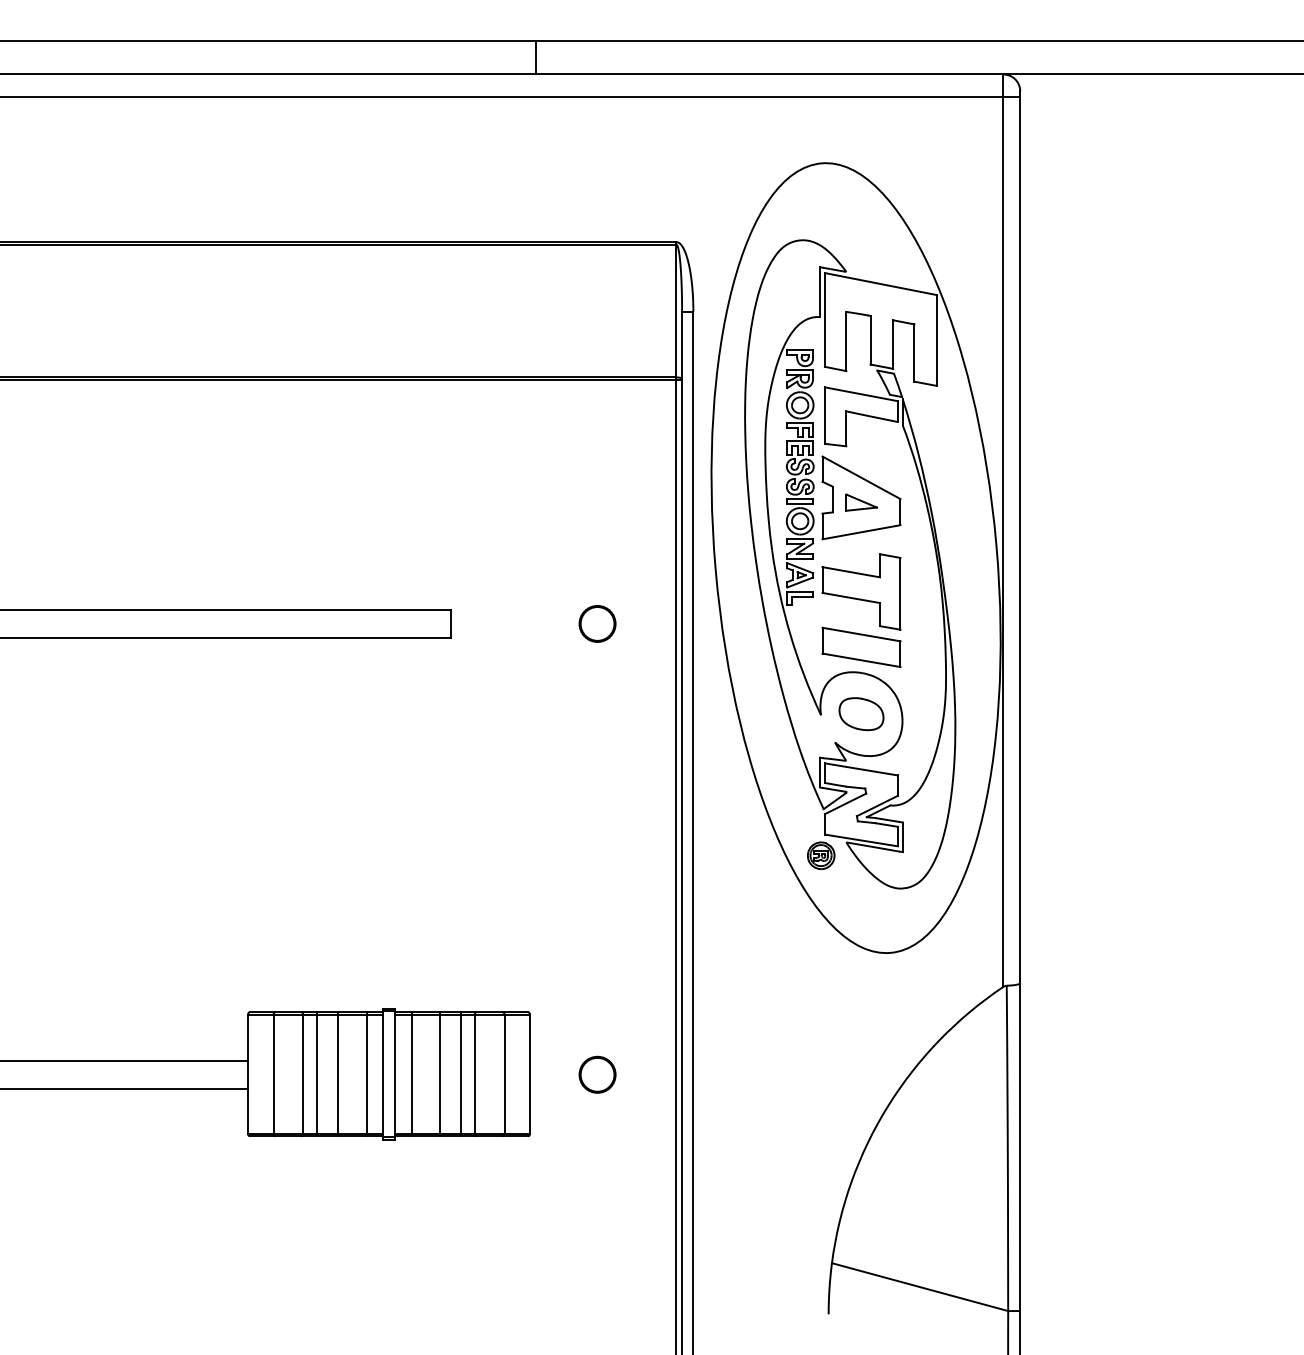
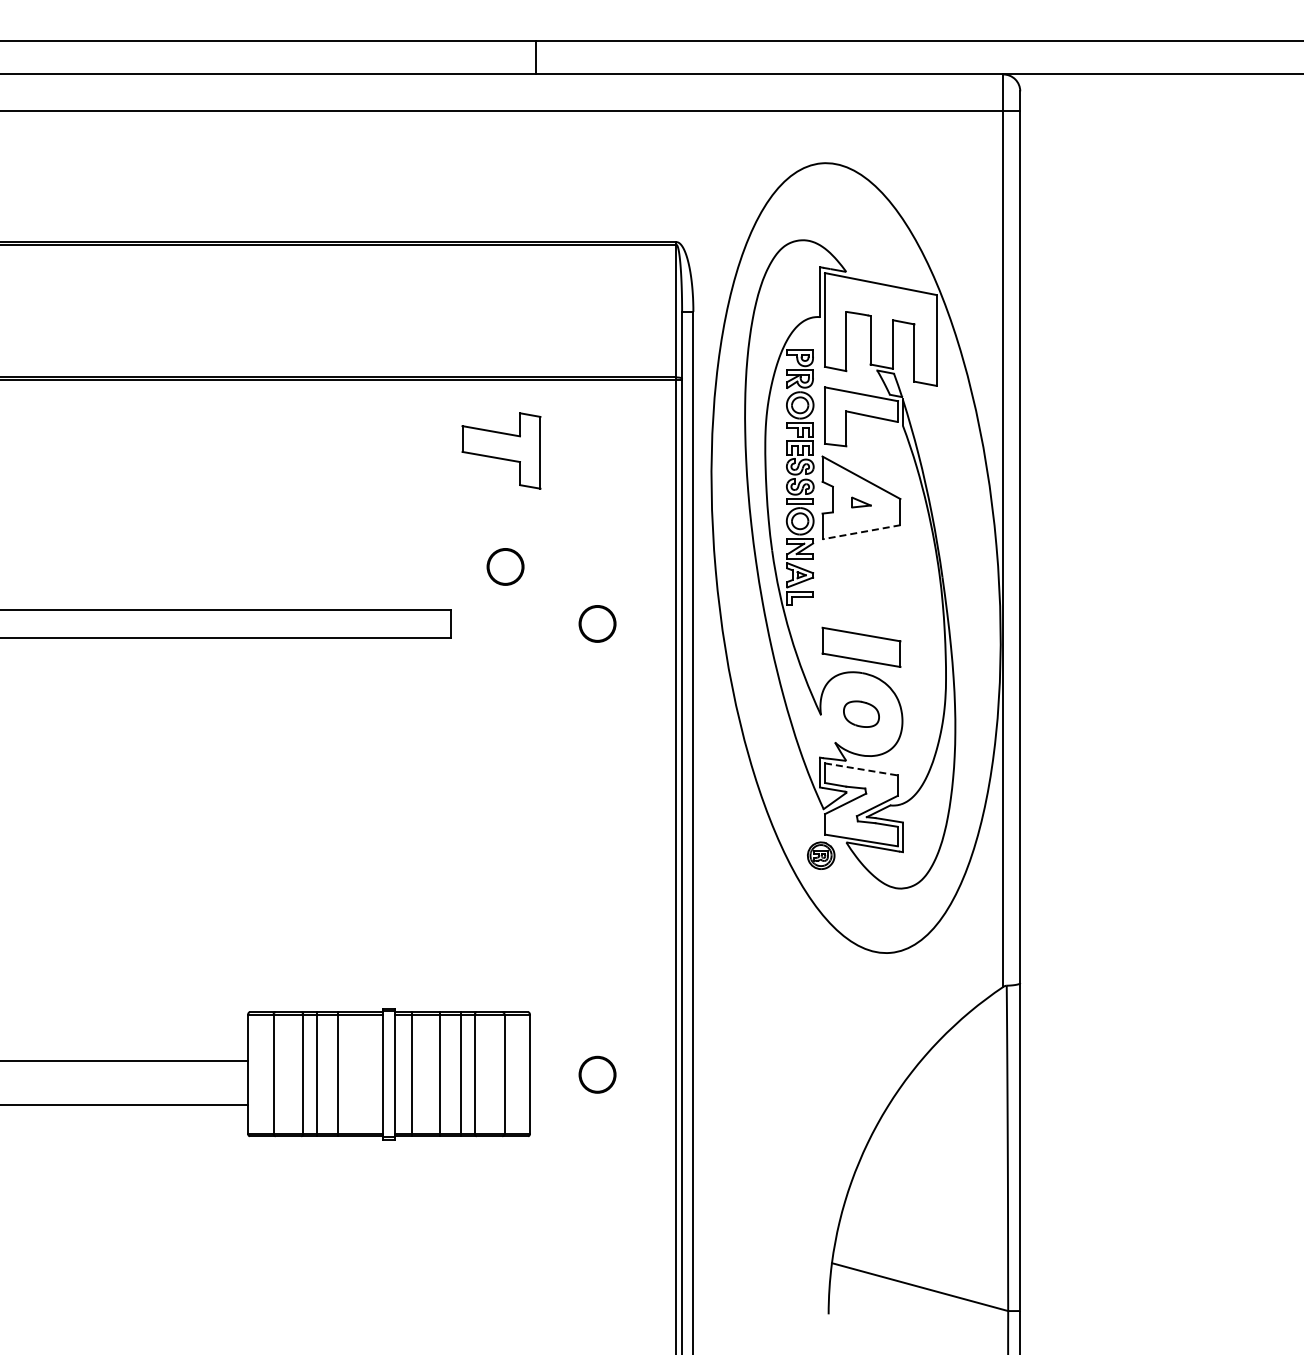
line at (511, 97) position: (511, 97) -> (511, 111)
part at (861, 502) size: 33x19 px -> 21x13 px
line at (861, 532): solid -> dashed
circle at (505, 566): none -> present
part at (861, 591) position: (861, 591) -> (501, 450)
part at (861, 714) size: 47x35 px -> 37x28 px
line at (861, 769): solid -> dashed
line at (366, 1074): present -> none
line at (125, 1088) position: (125, 1088) -> (125, 1104)
